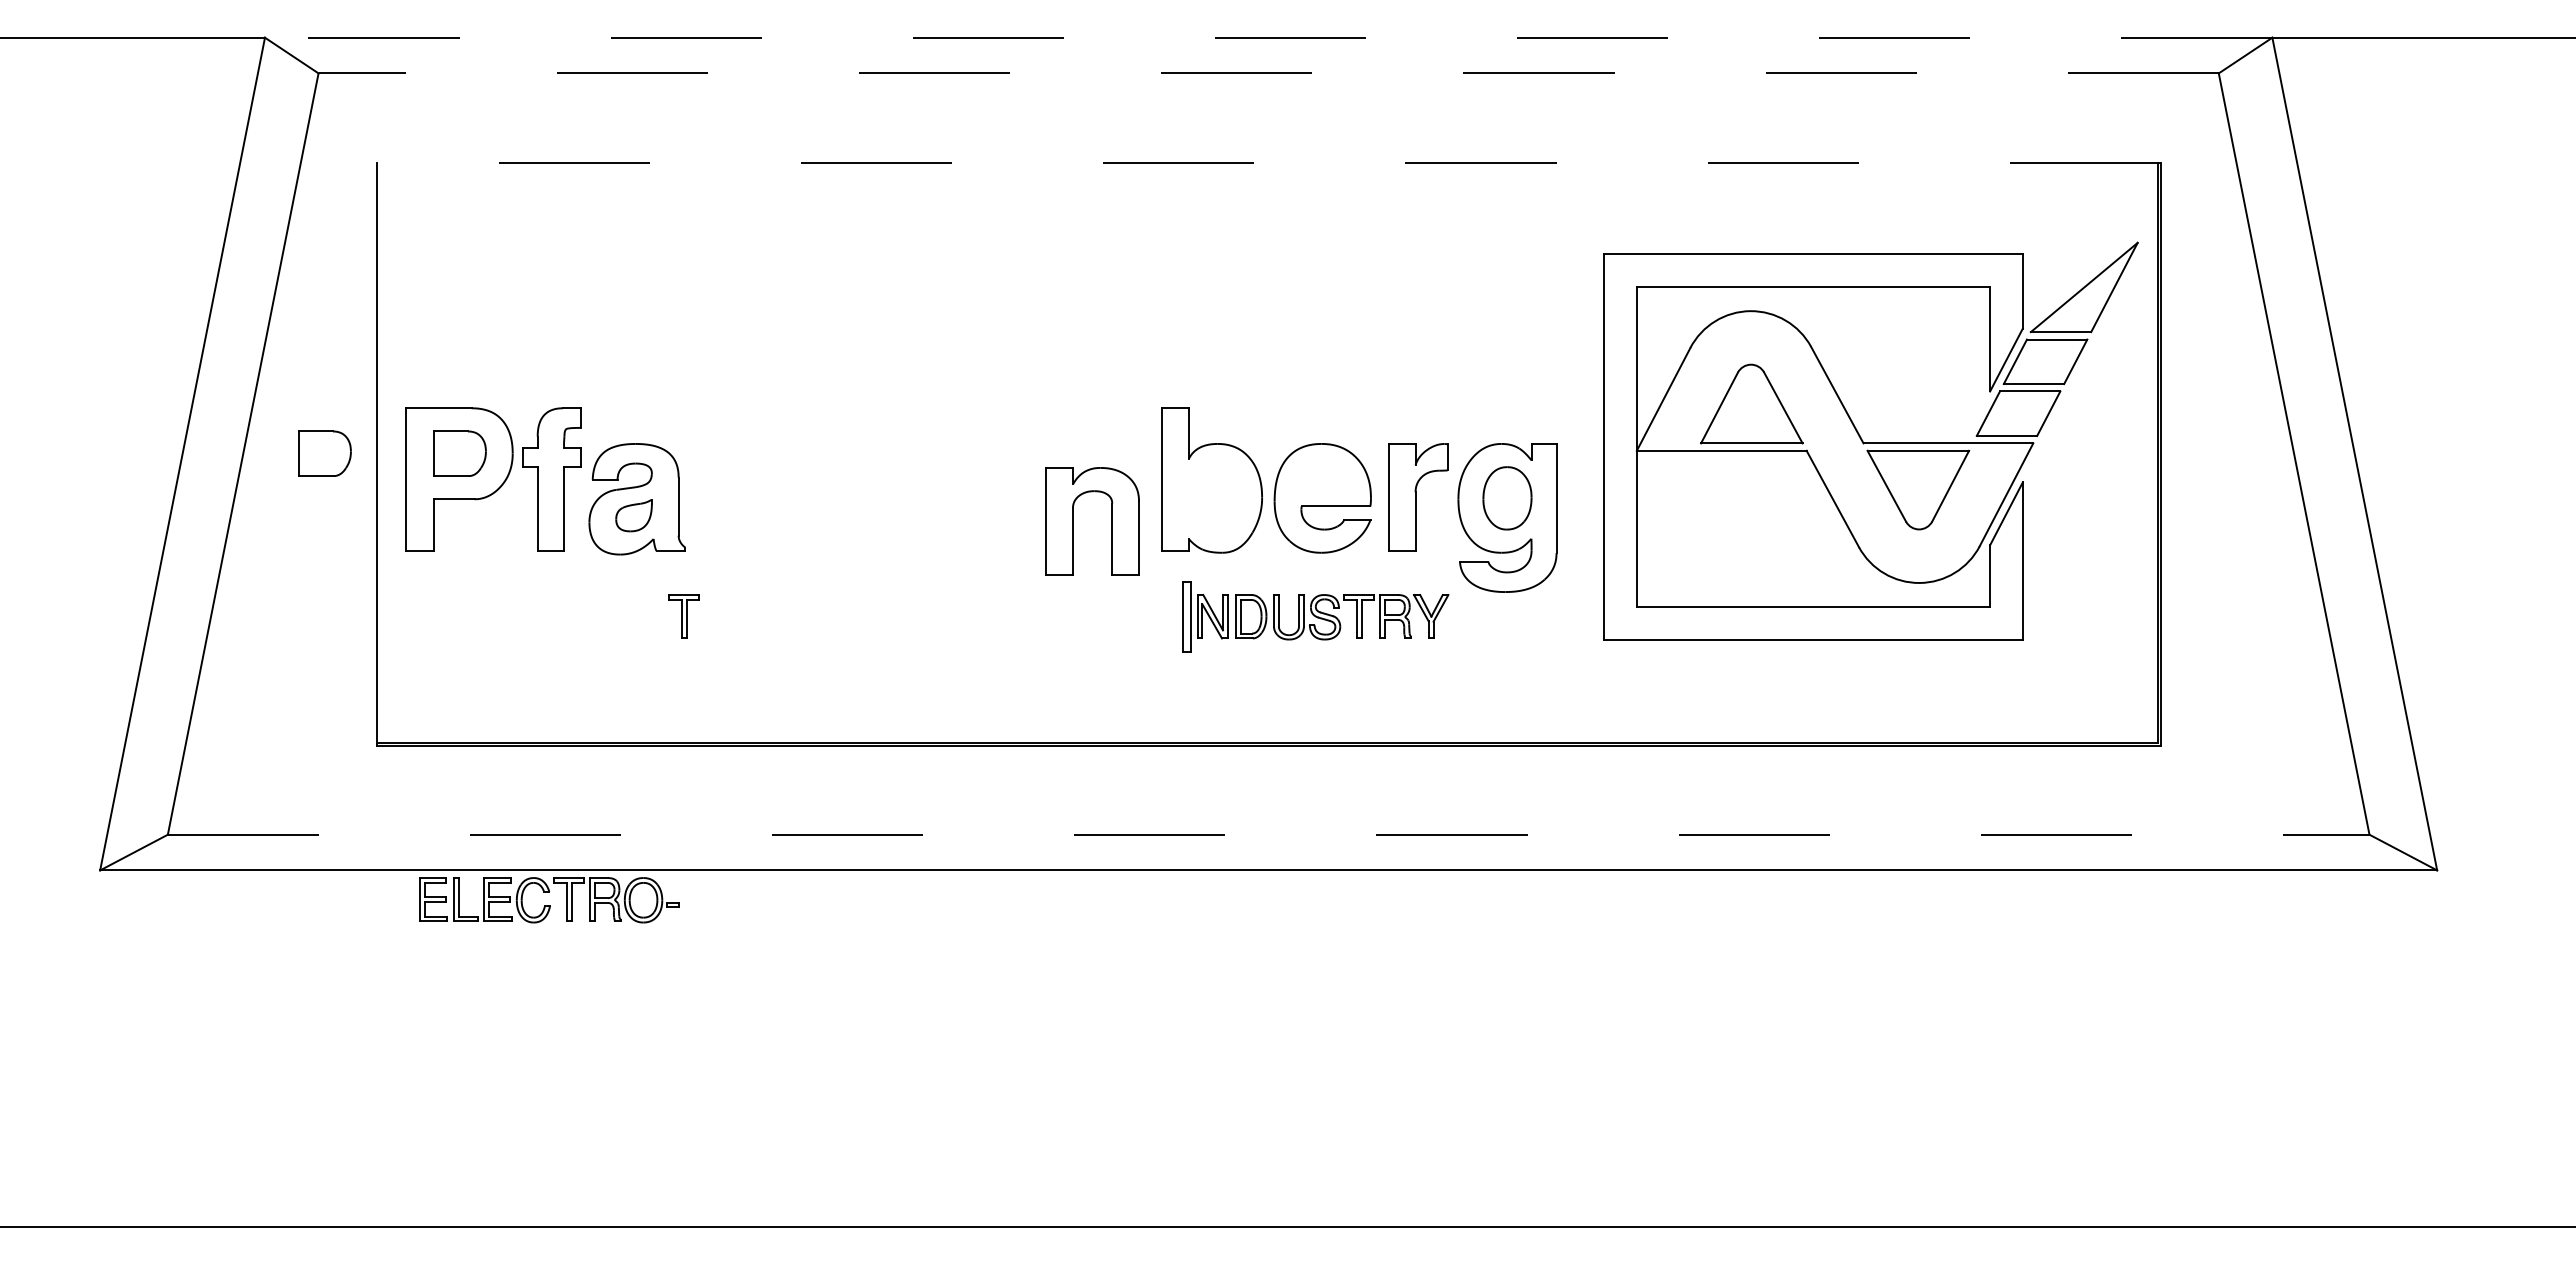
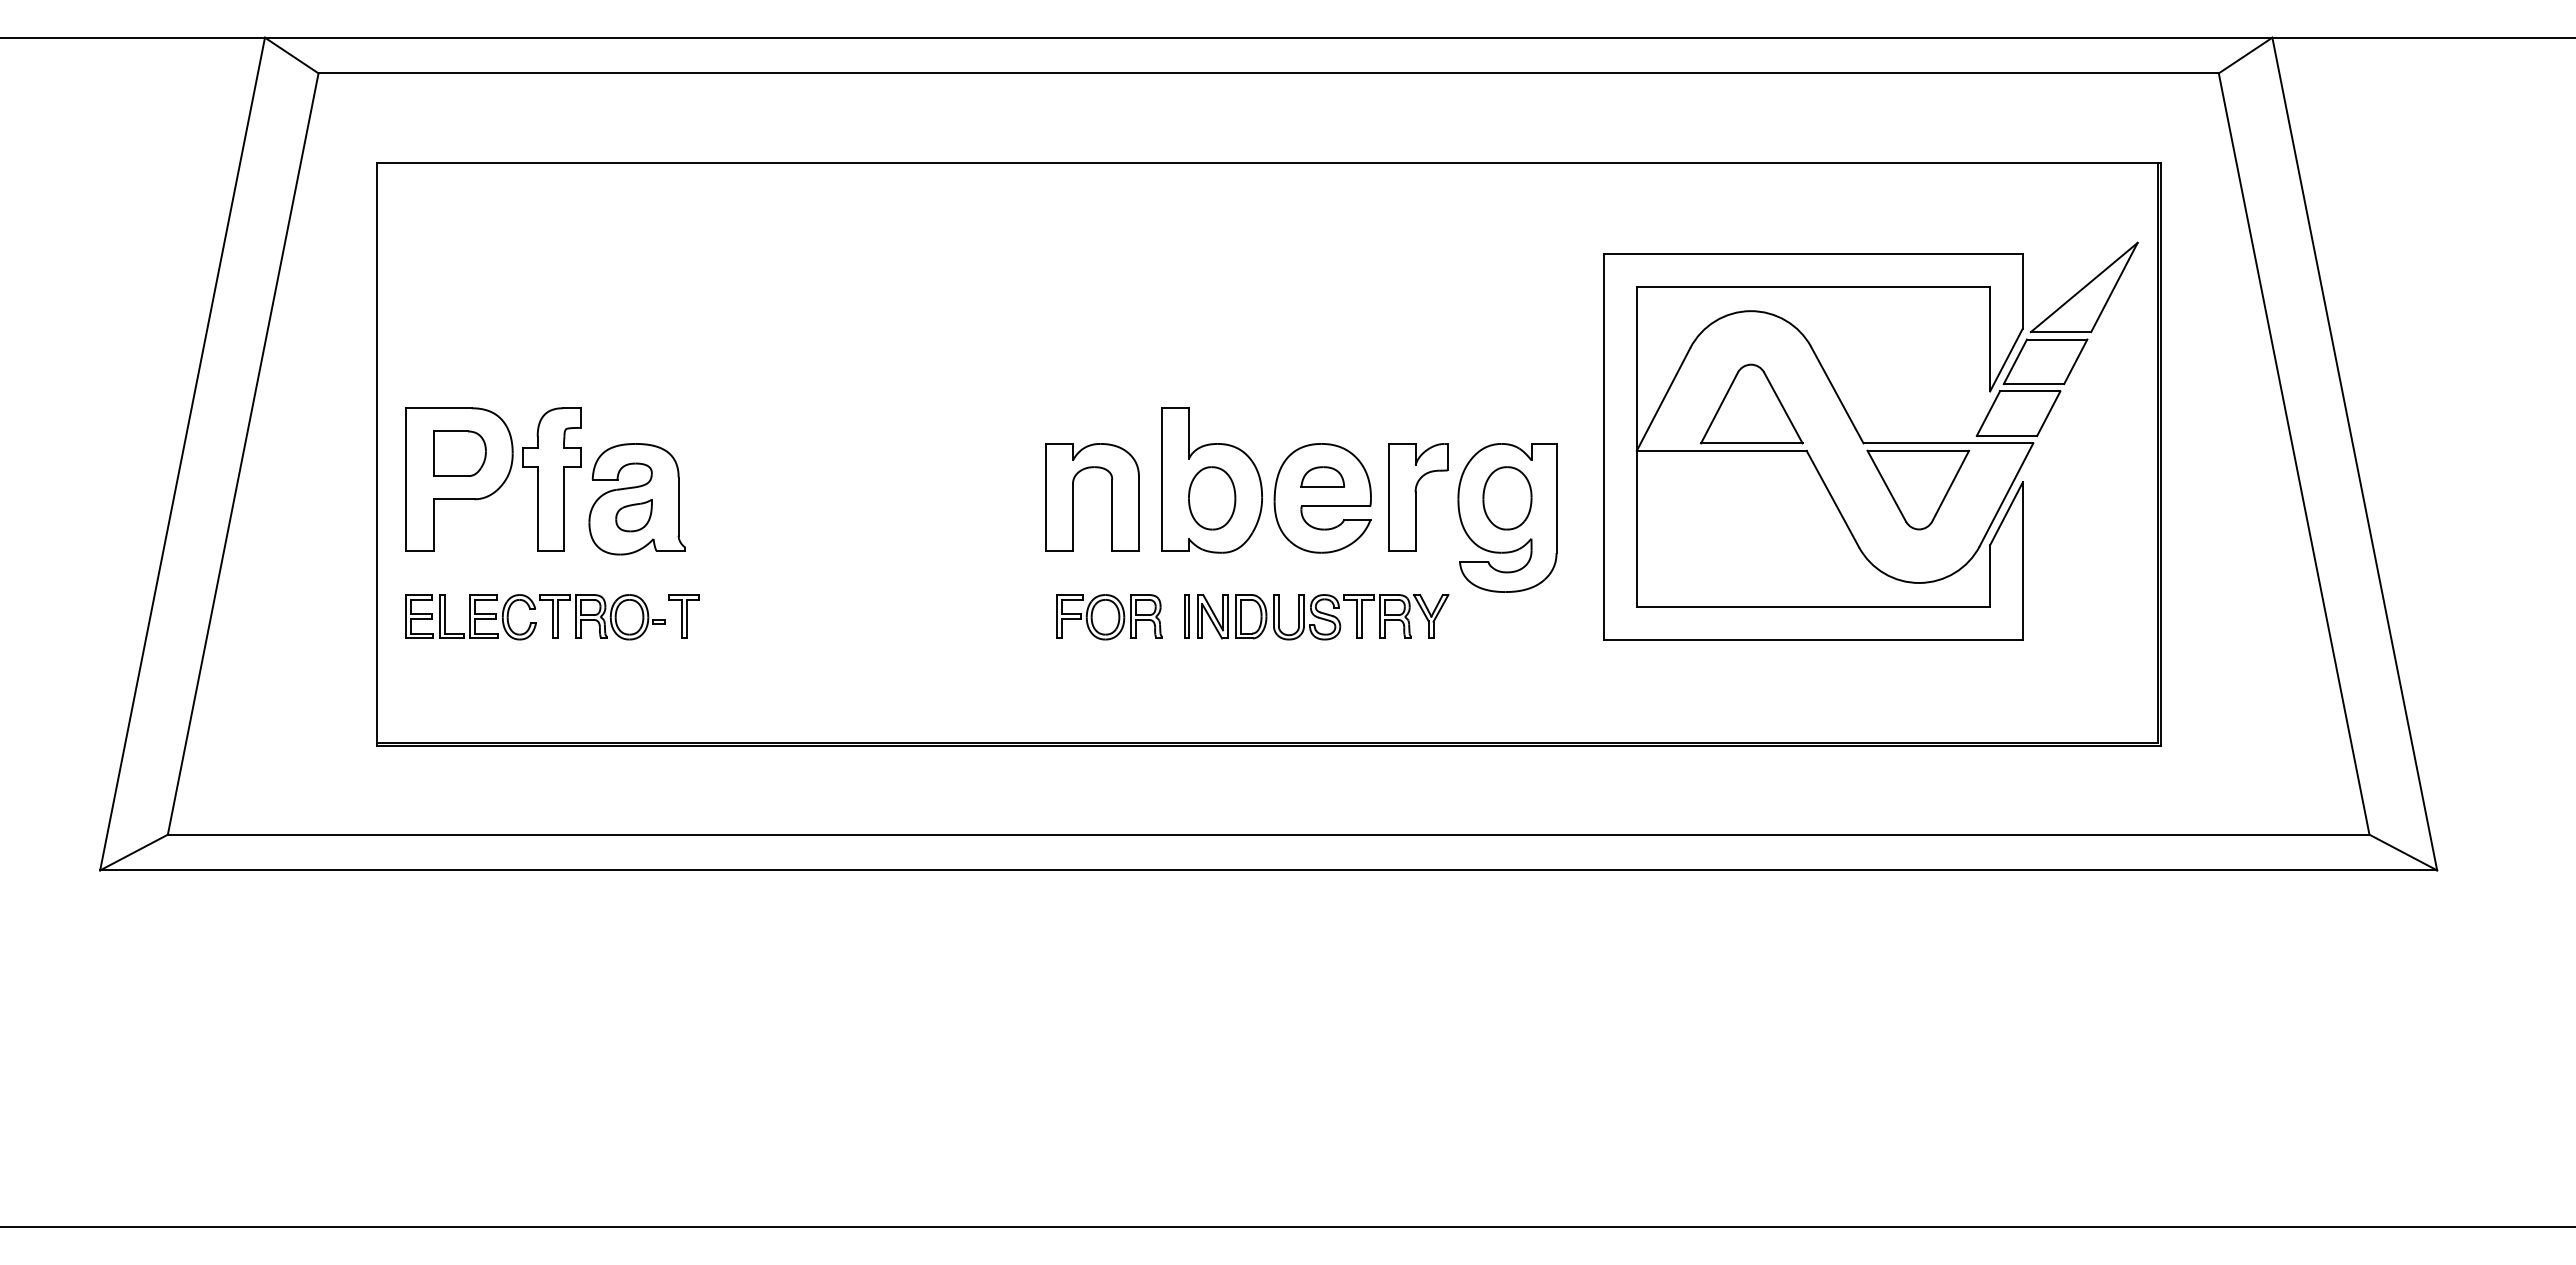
line at (1268, 37): dashed -> solid
line at (1268, 73): dashed -> solid
line at (1268, 162): dashed -> solid
part at (324, 453): present -> none
part at (1322, 476): none -> present
part at (1212, 498): none -> present
part at (1073, 521) position: (1073, 521) -> (1073, 497)
part at (1186, 616) size: 10x72 px -> 6x45 px
part at (1109, 617): none -> present
line at (1268, 834): dashed -> solid
part at (549, 900) position: (549, 900) -> (535, 617)
